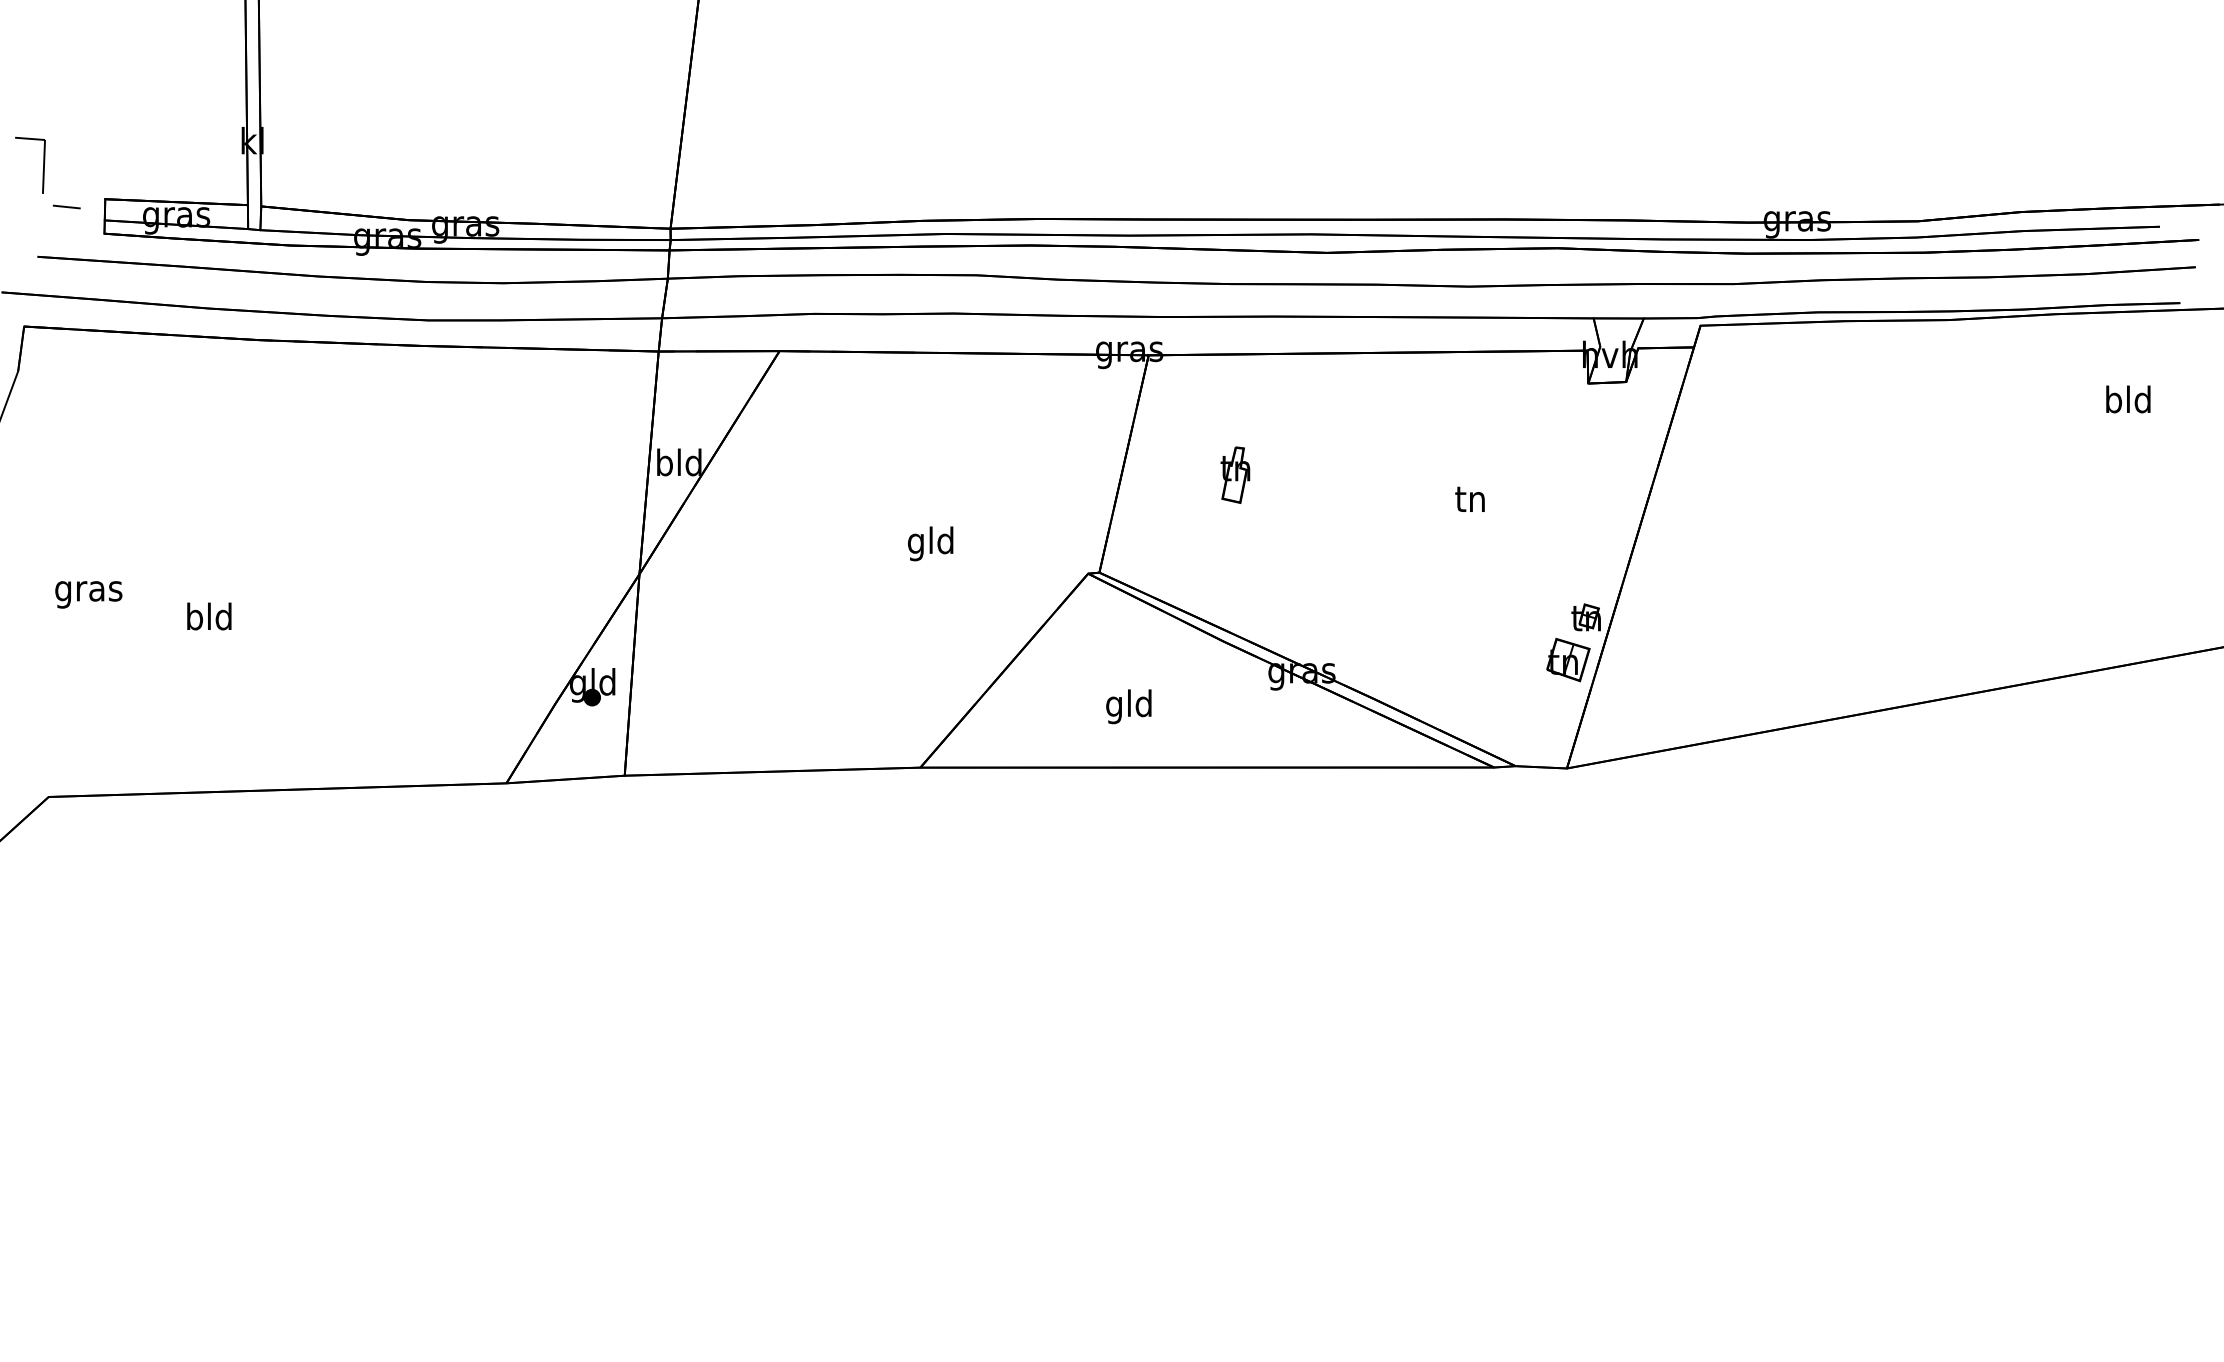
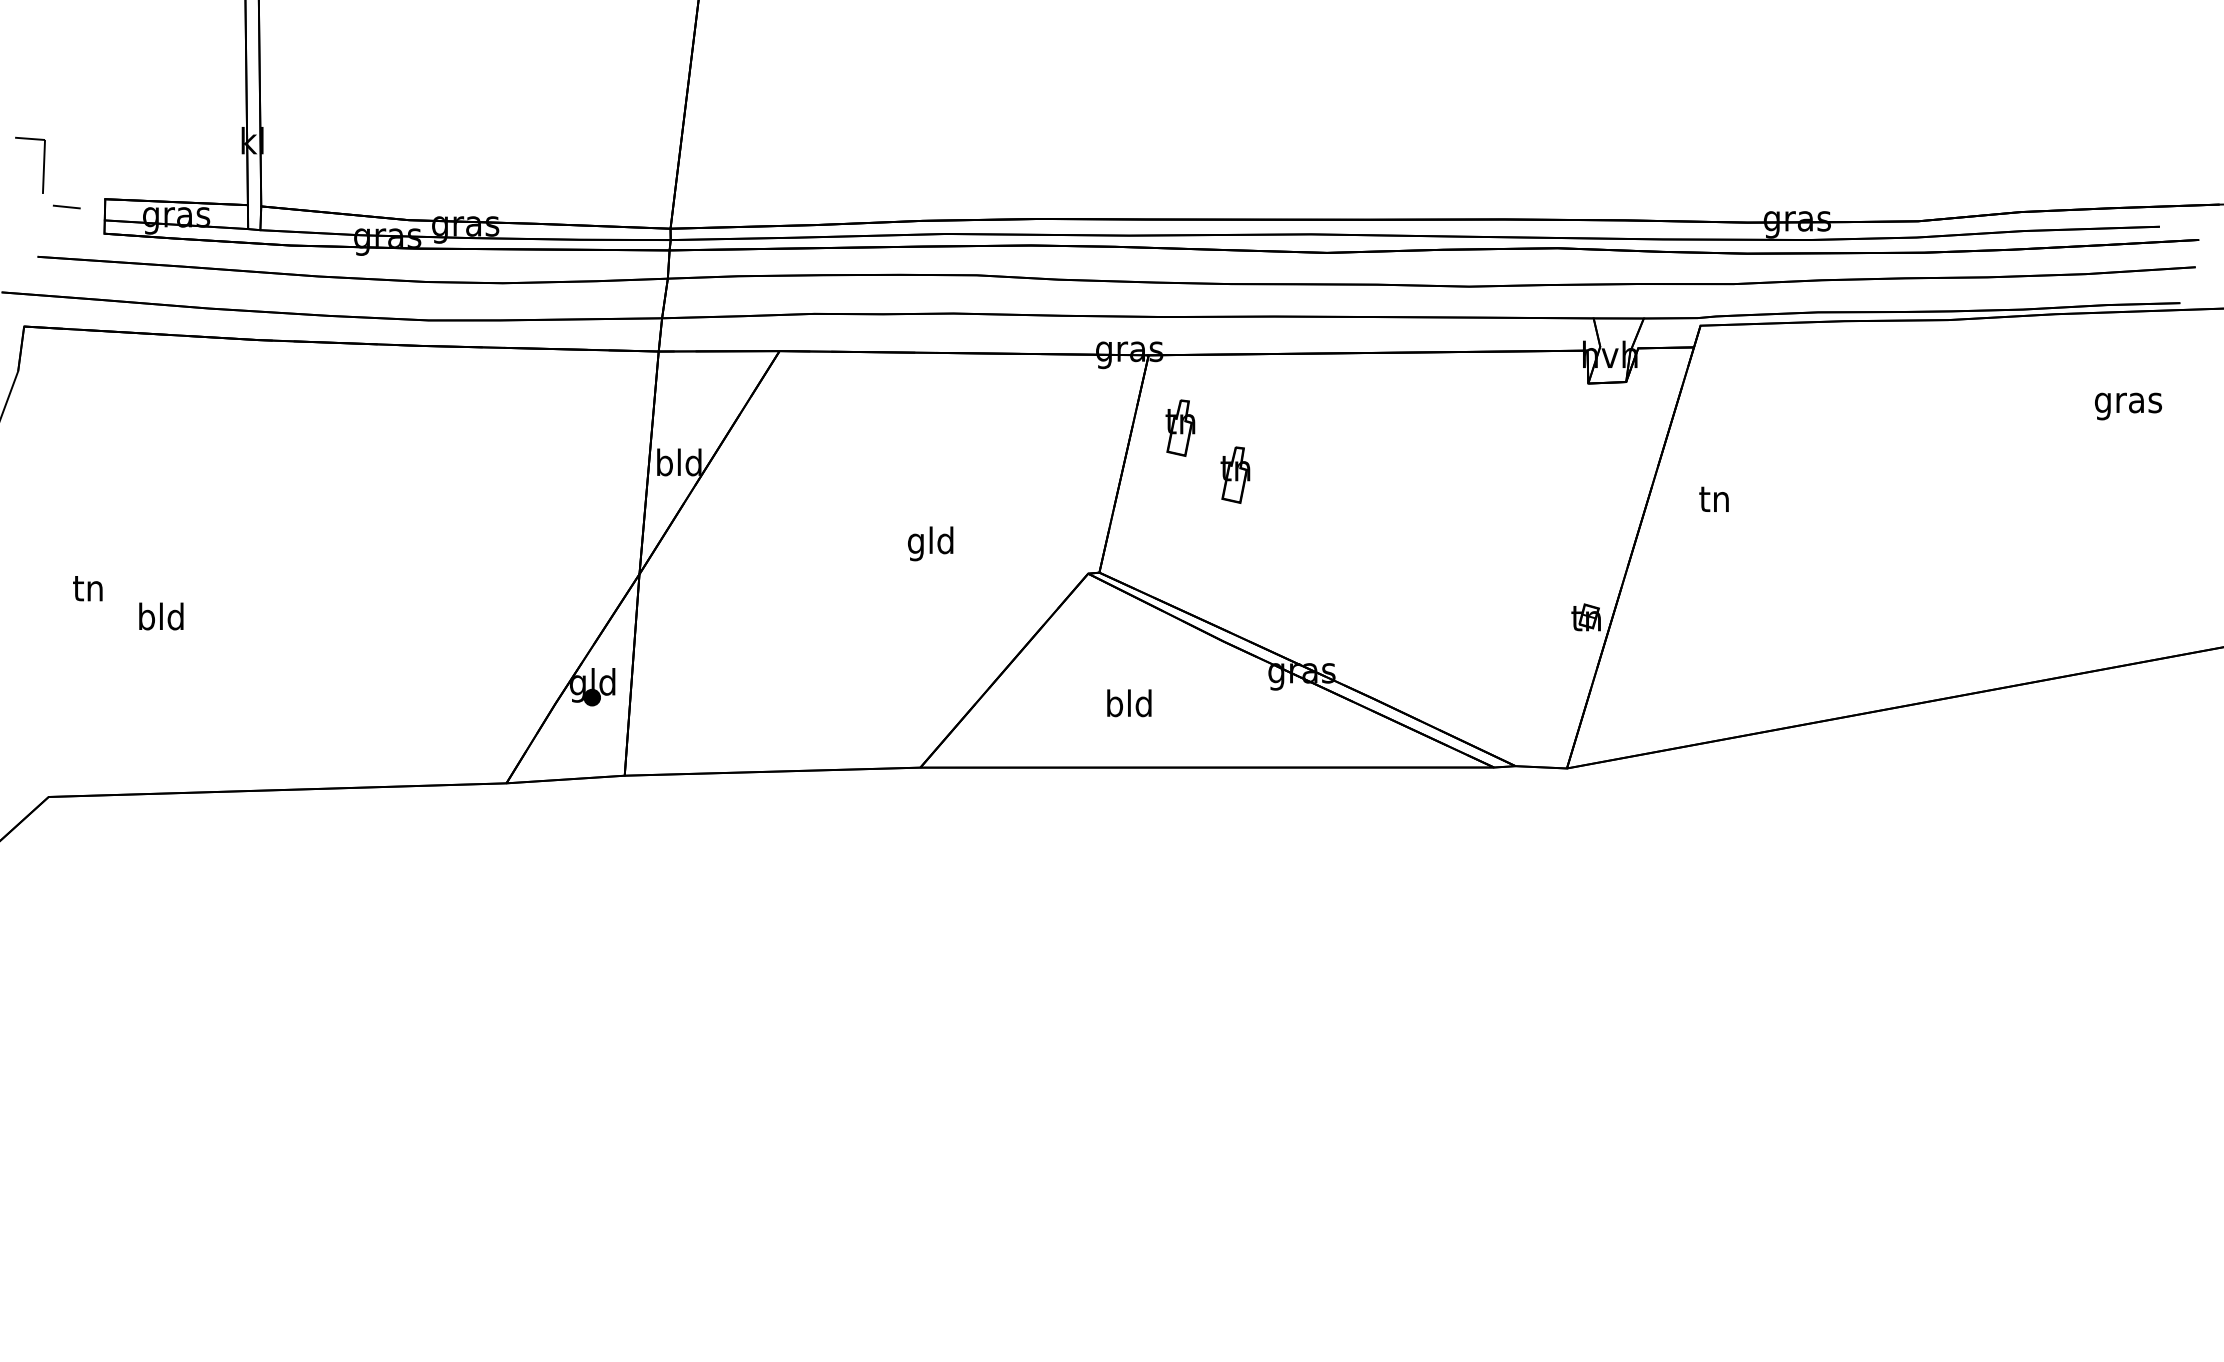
text at (2128, 402): bld -> gras
part at (1180, 427): none -> present
text at (1469, 498) position: (1469, 498) -> (1713, 498)
text at (88, 592): gras -> tn
text at (209, 616) position: (209, 616) -> (161, 616)
part at (1568, 660): present -> none
text at (1114, 706): gld -> bld
